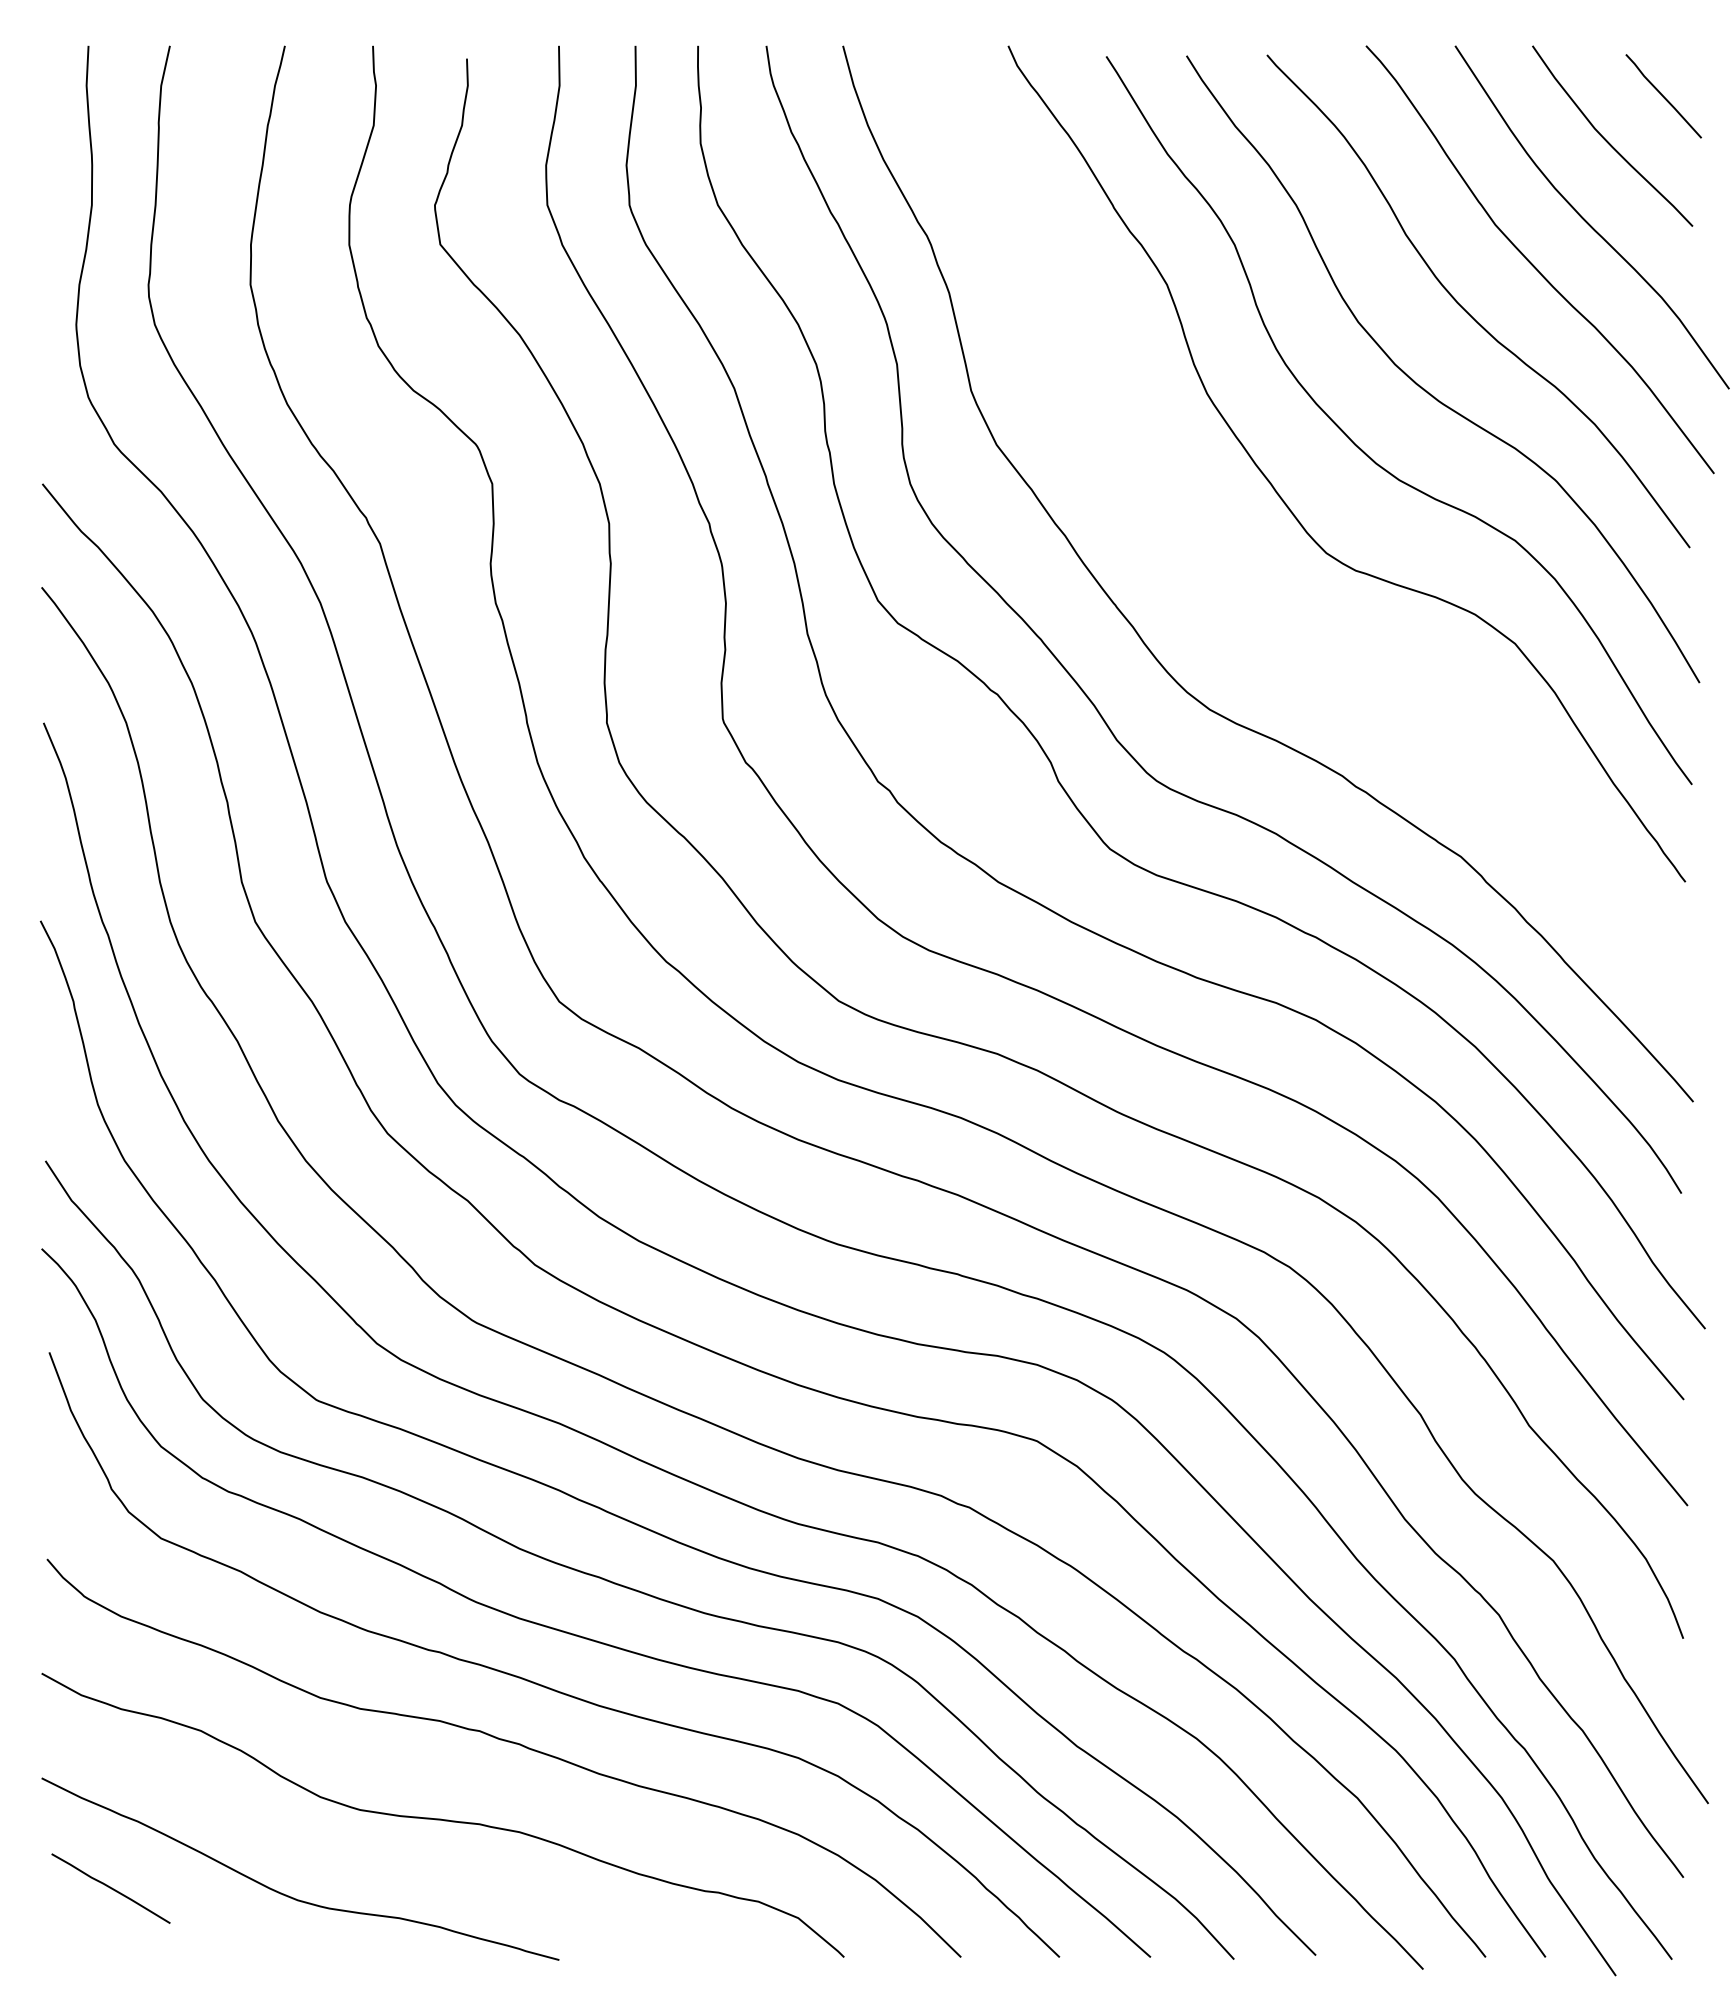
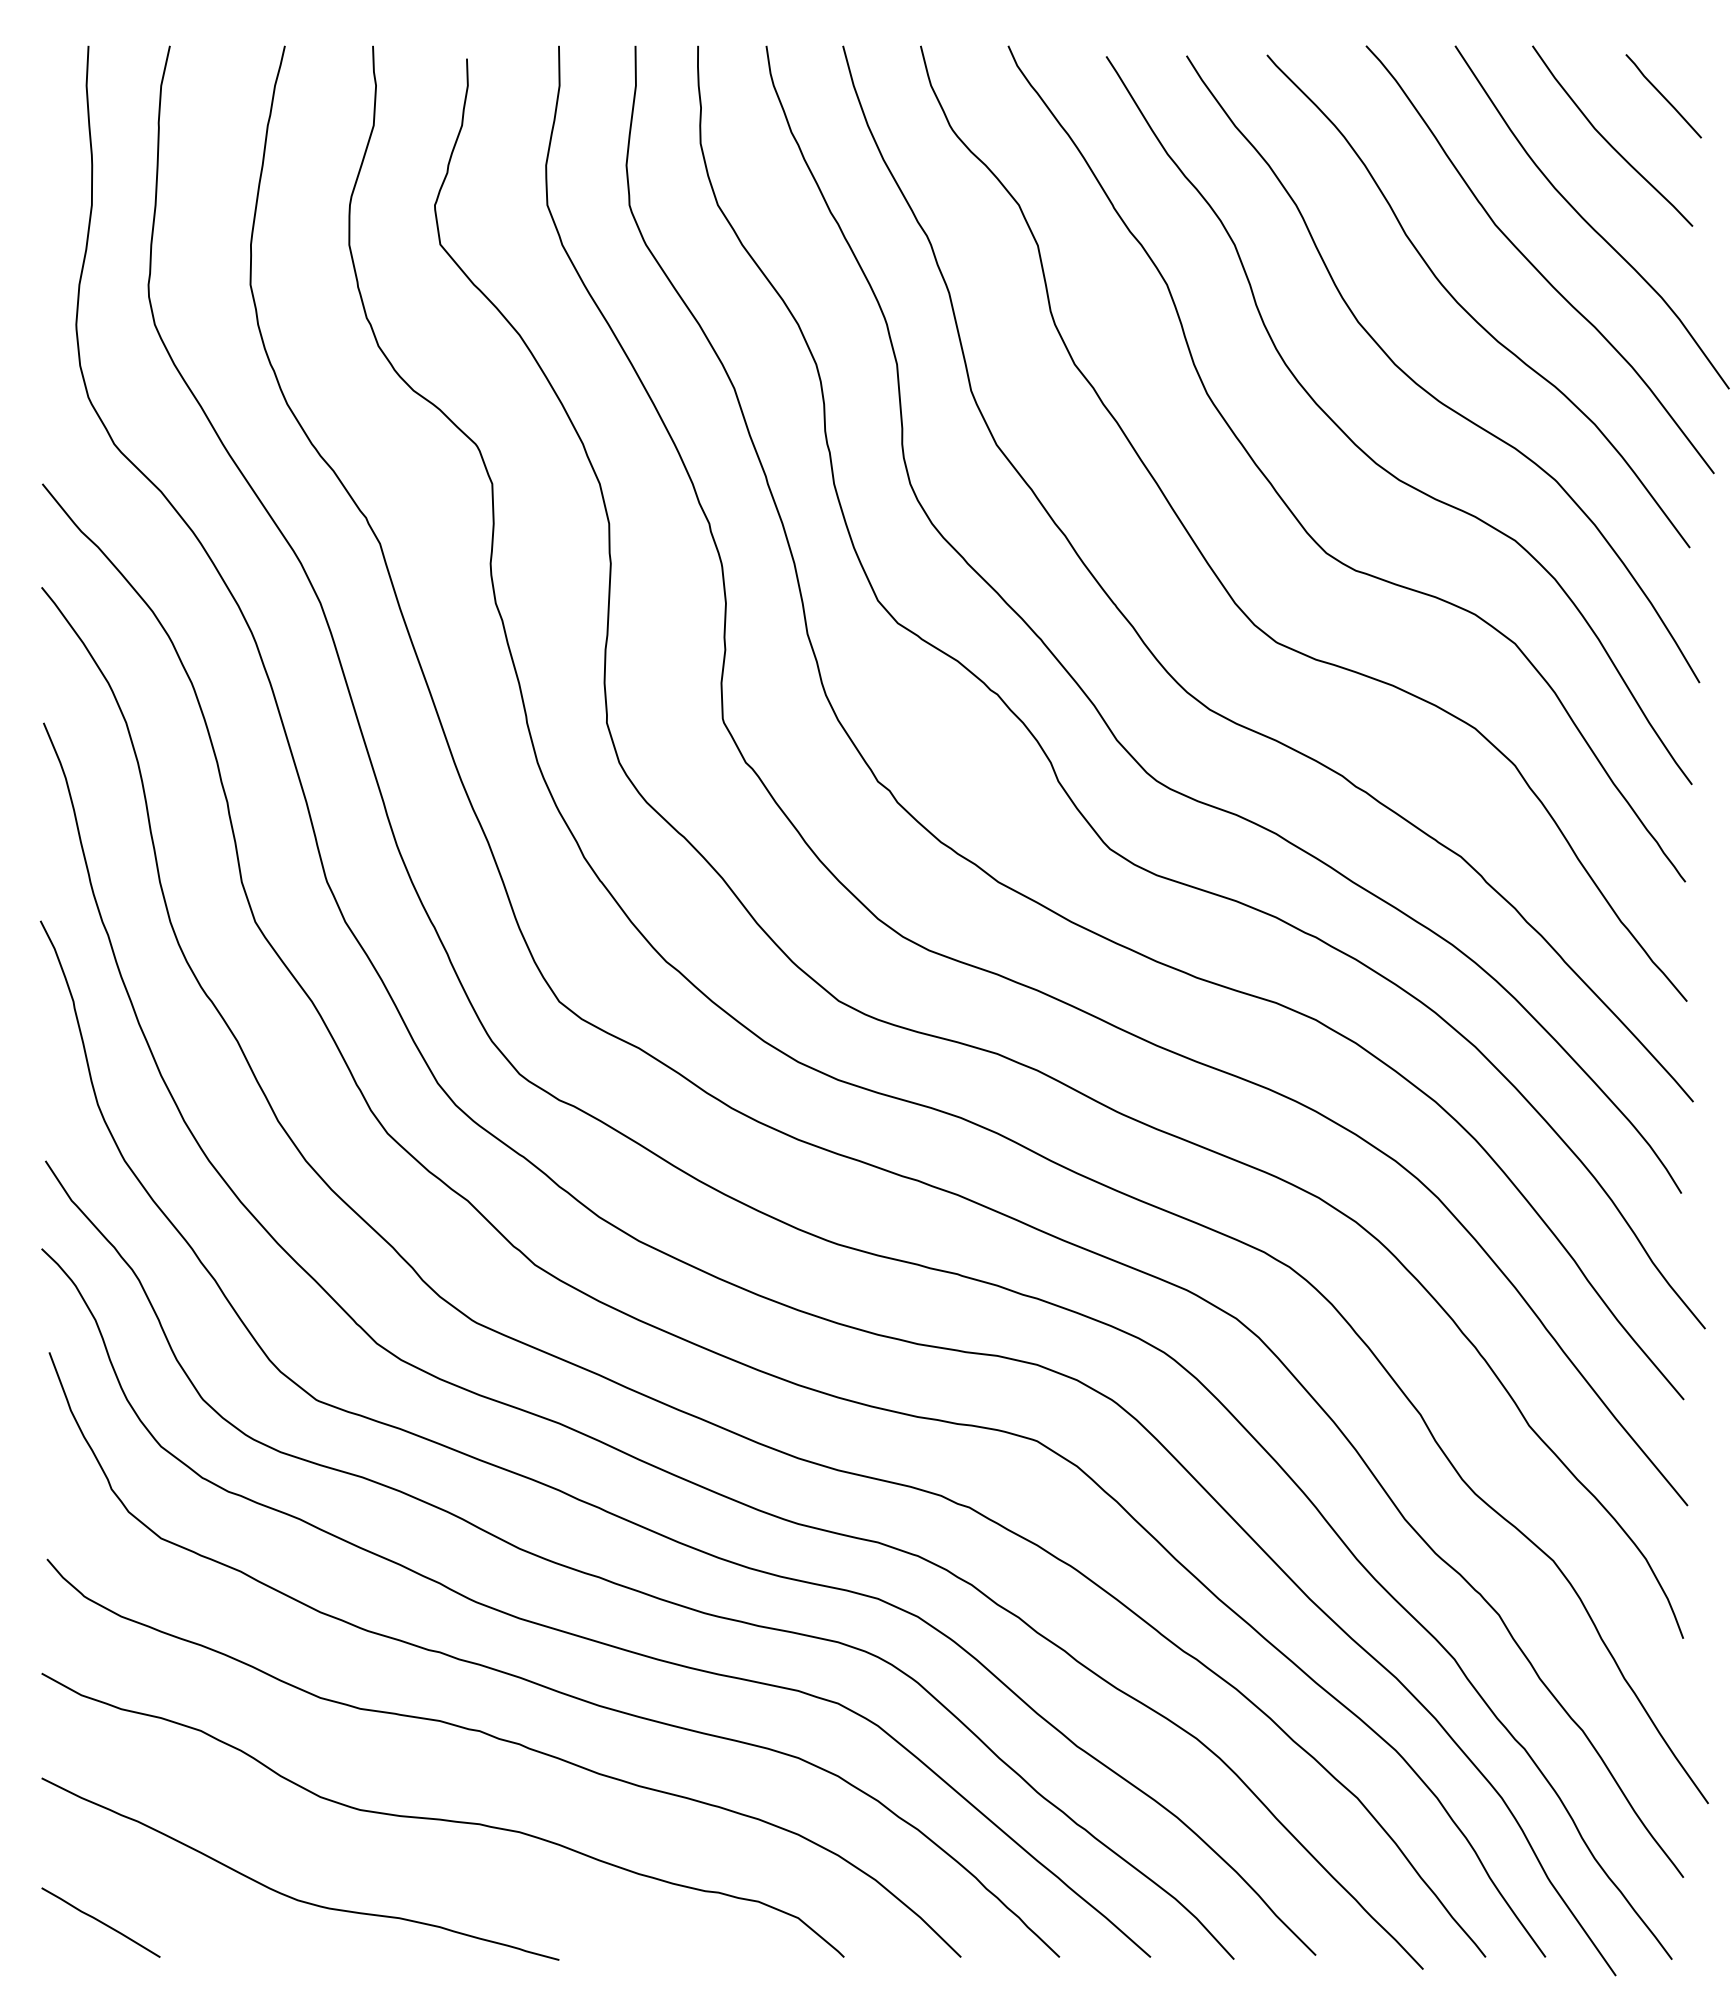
curve at (1219, 578): none -> present
line at (110, 1888) position: (110, 1888) -> (100, 1922)
